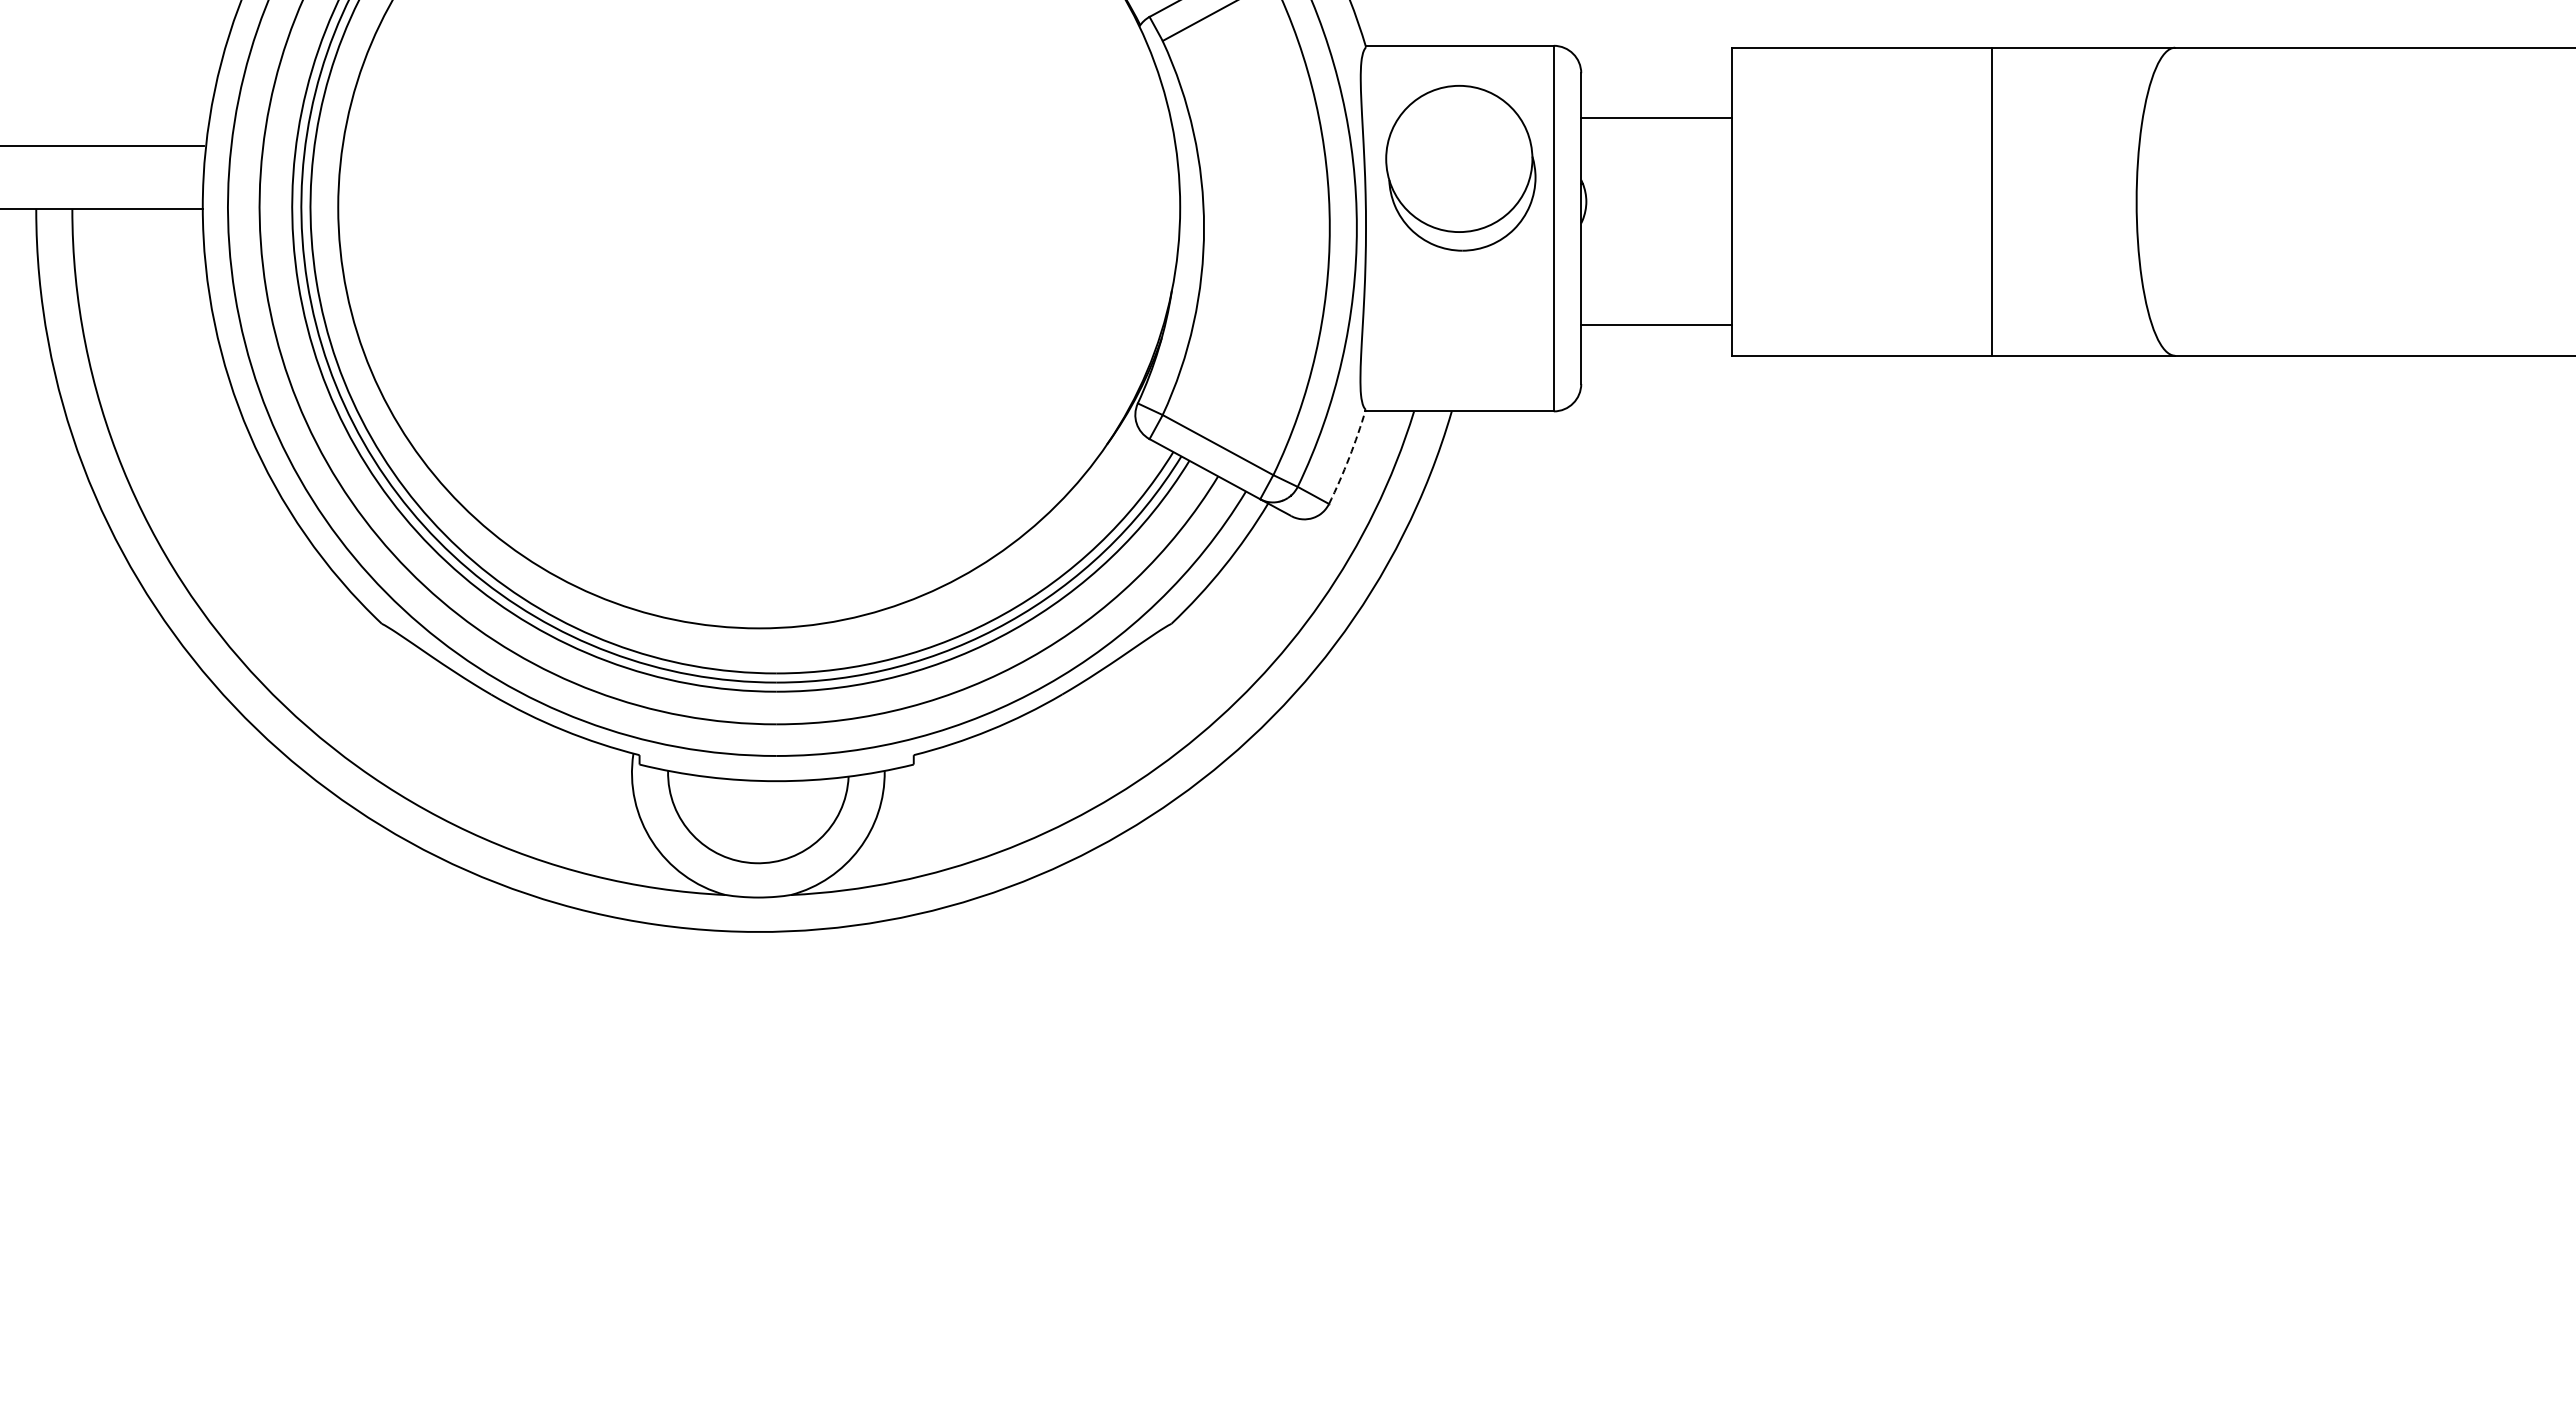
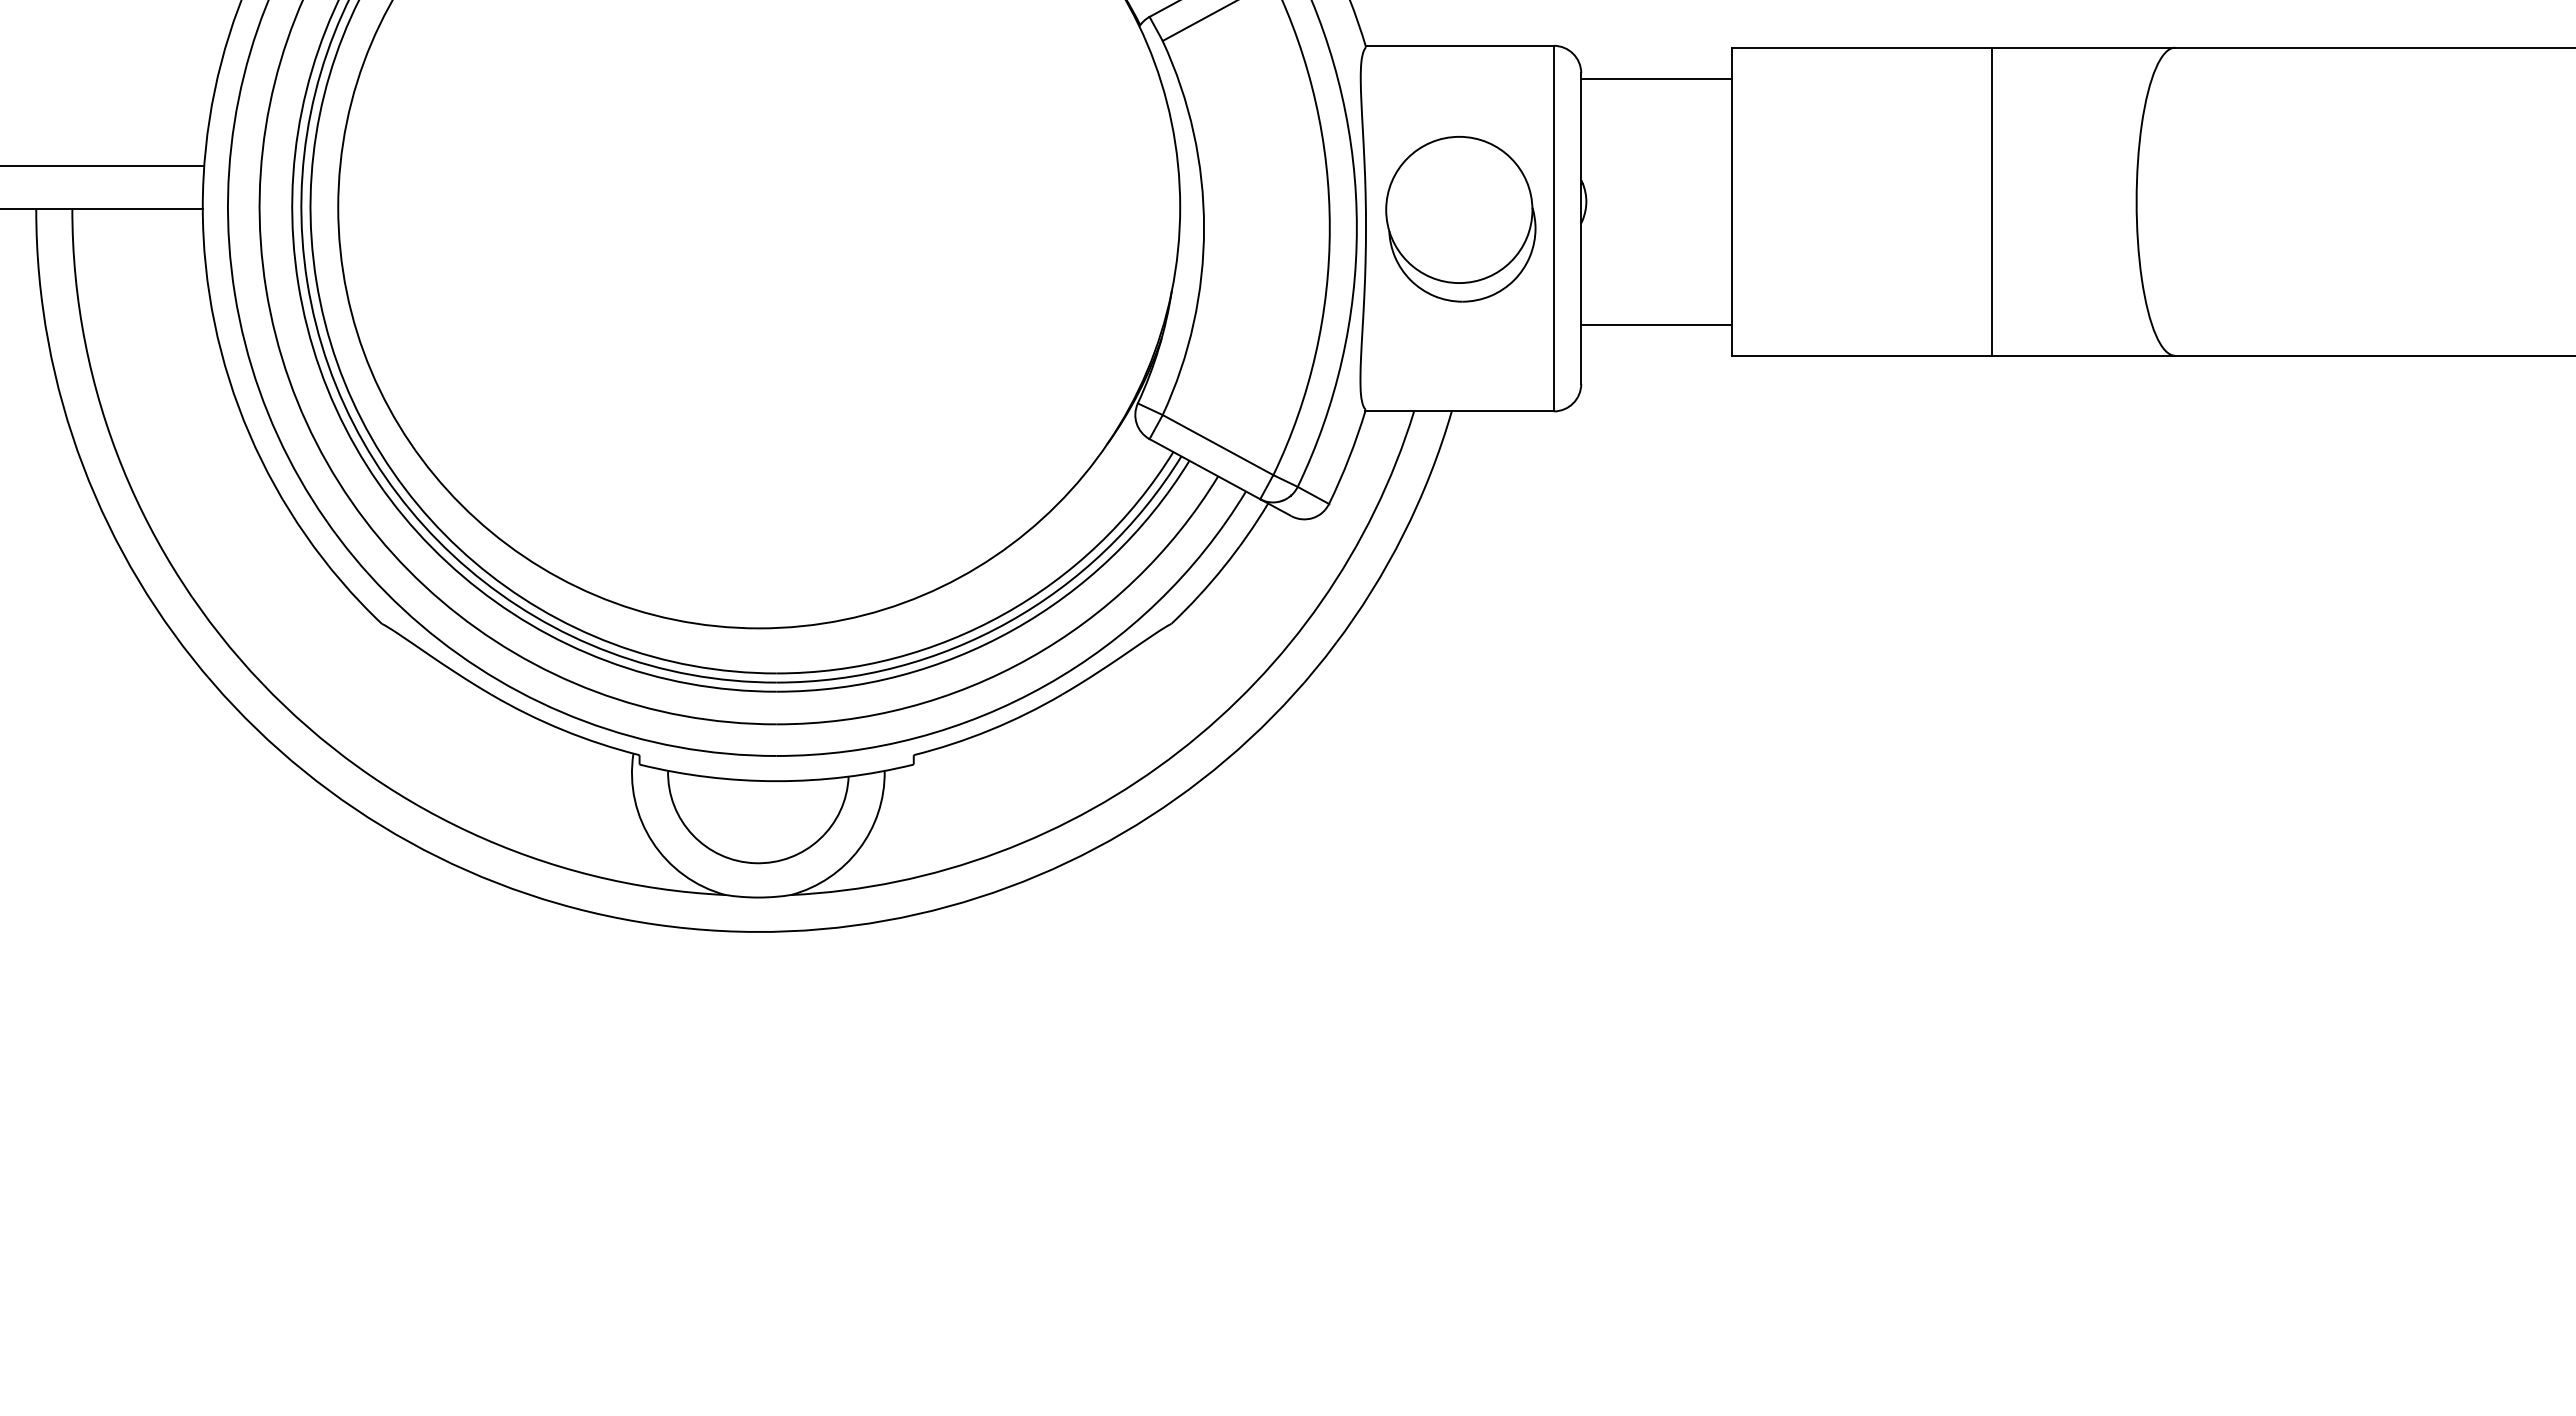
line at (1656, 117) position: (1656, 117) -> (1656, 78)
line at (103, 146) position: (103, 146) -> (103, 166)
part at (1460, 168) position: (1460, 168) -> (1460, 219)
arc at (1349, 457): dashed -> solid
